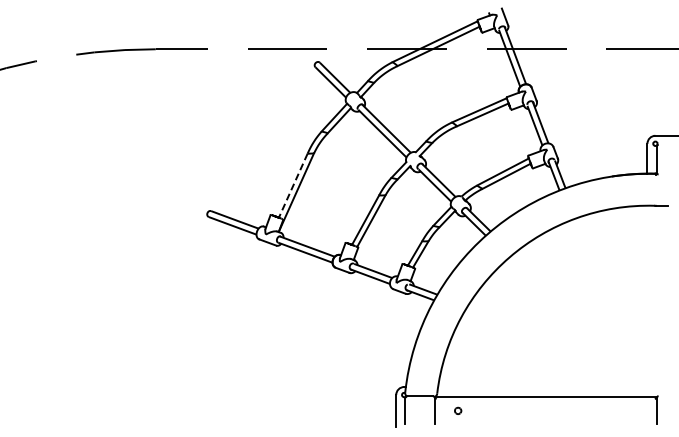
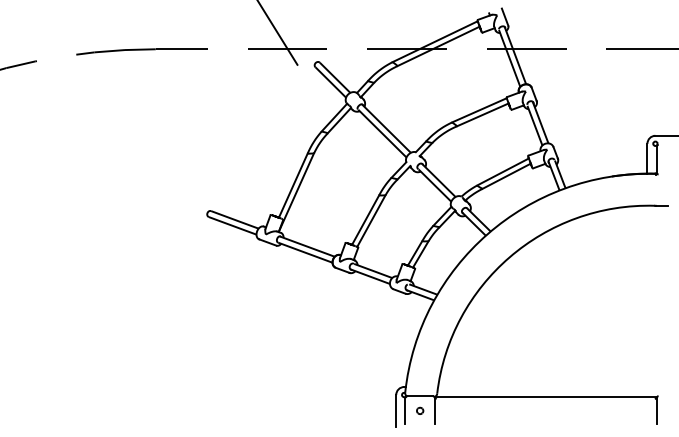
line at (277, 33): none -> present
line at (293, 186): dashed -> solid
part at (458, 410) position: (458, 410) -> (420, 410)
